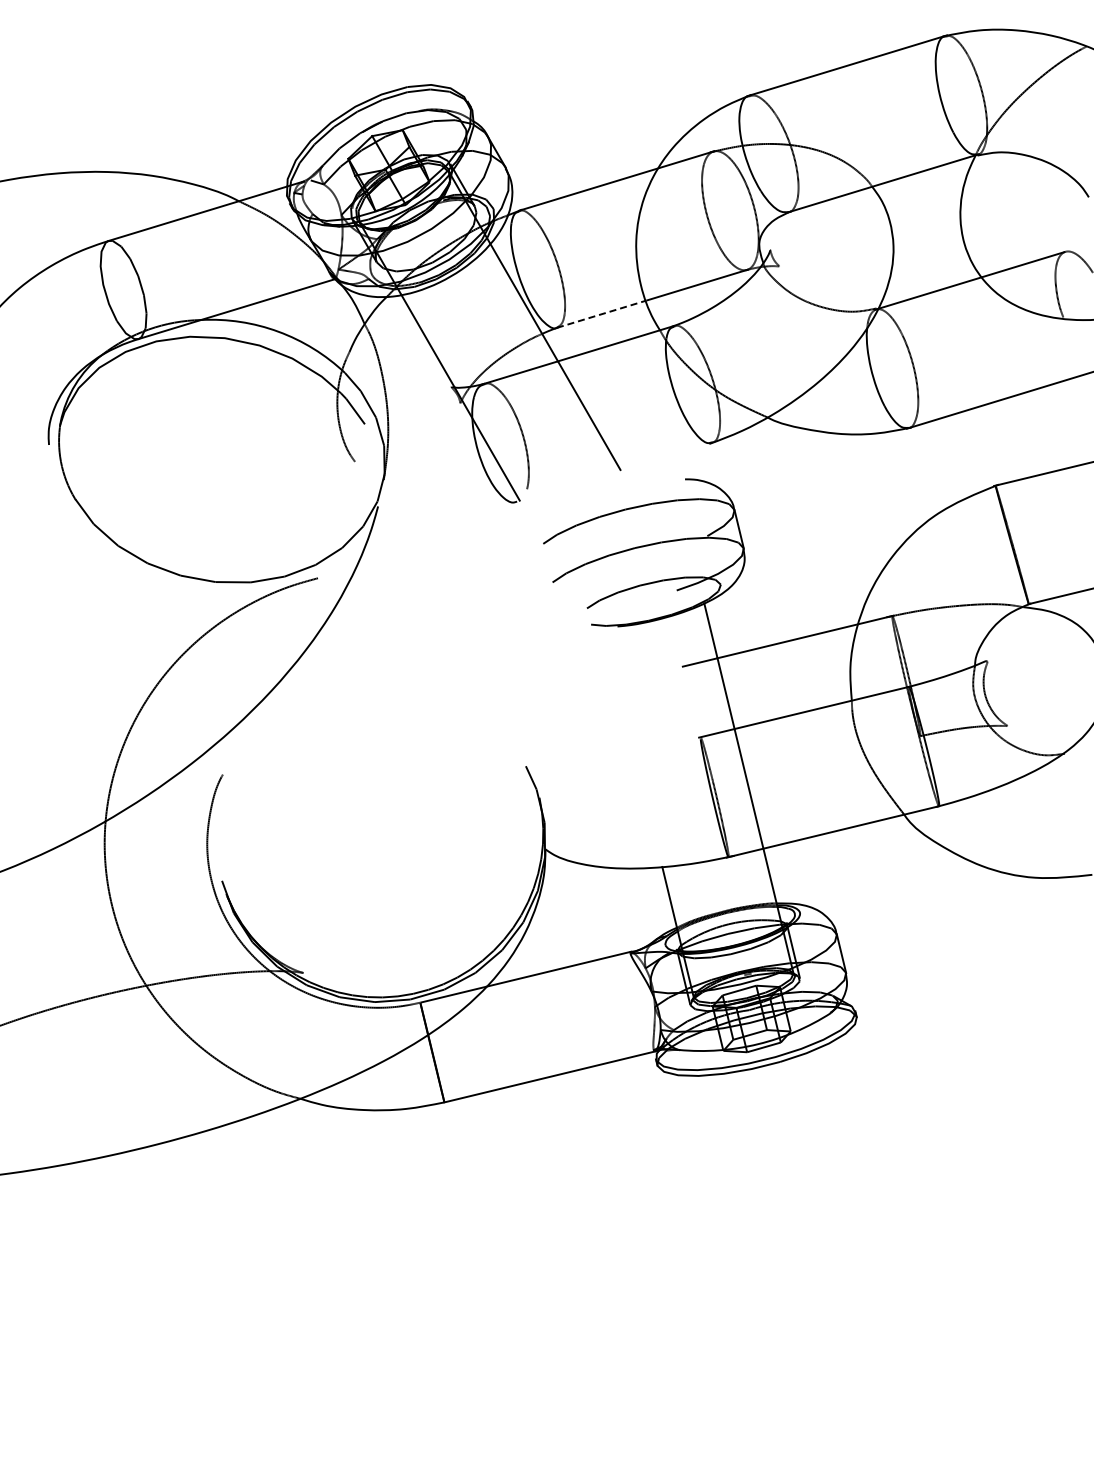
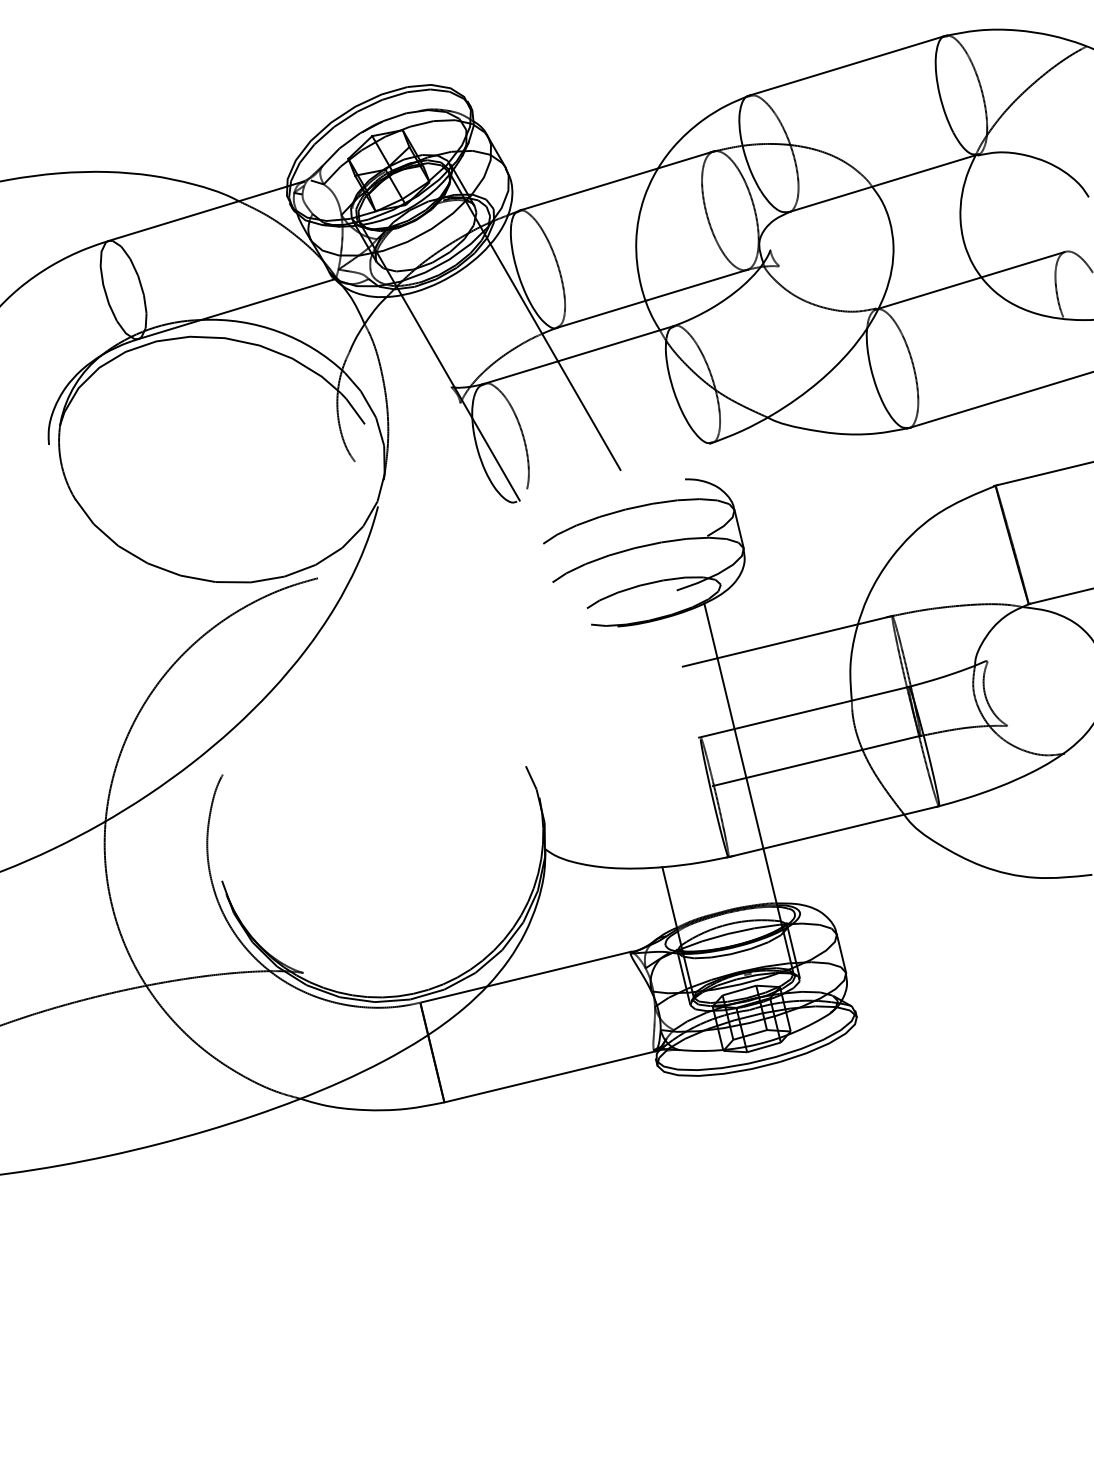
line at (601, 314): dashed -> solid
line at (816, 760): none -> present
